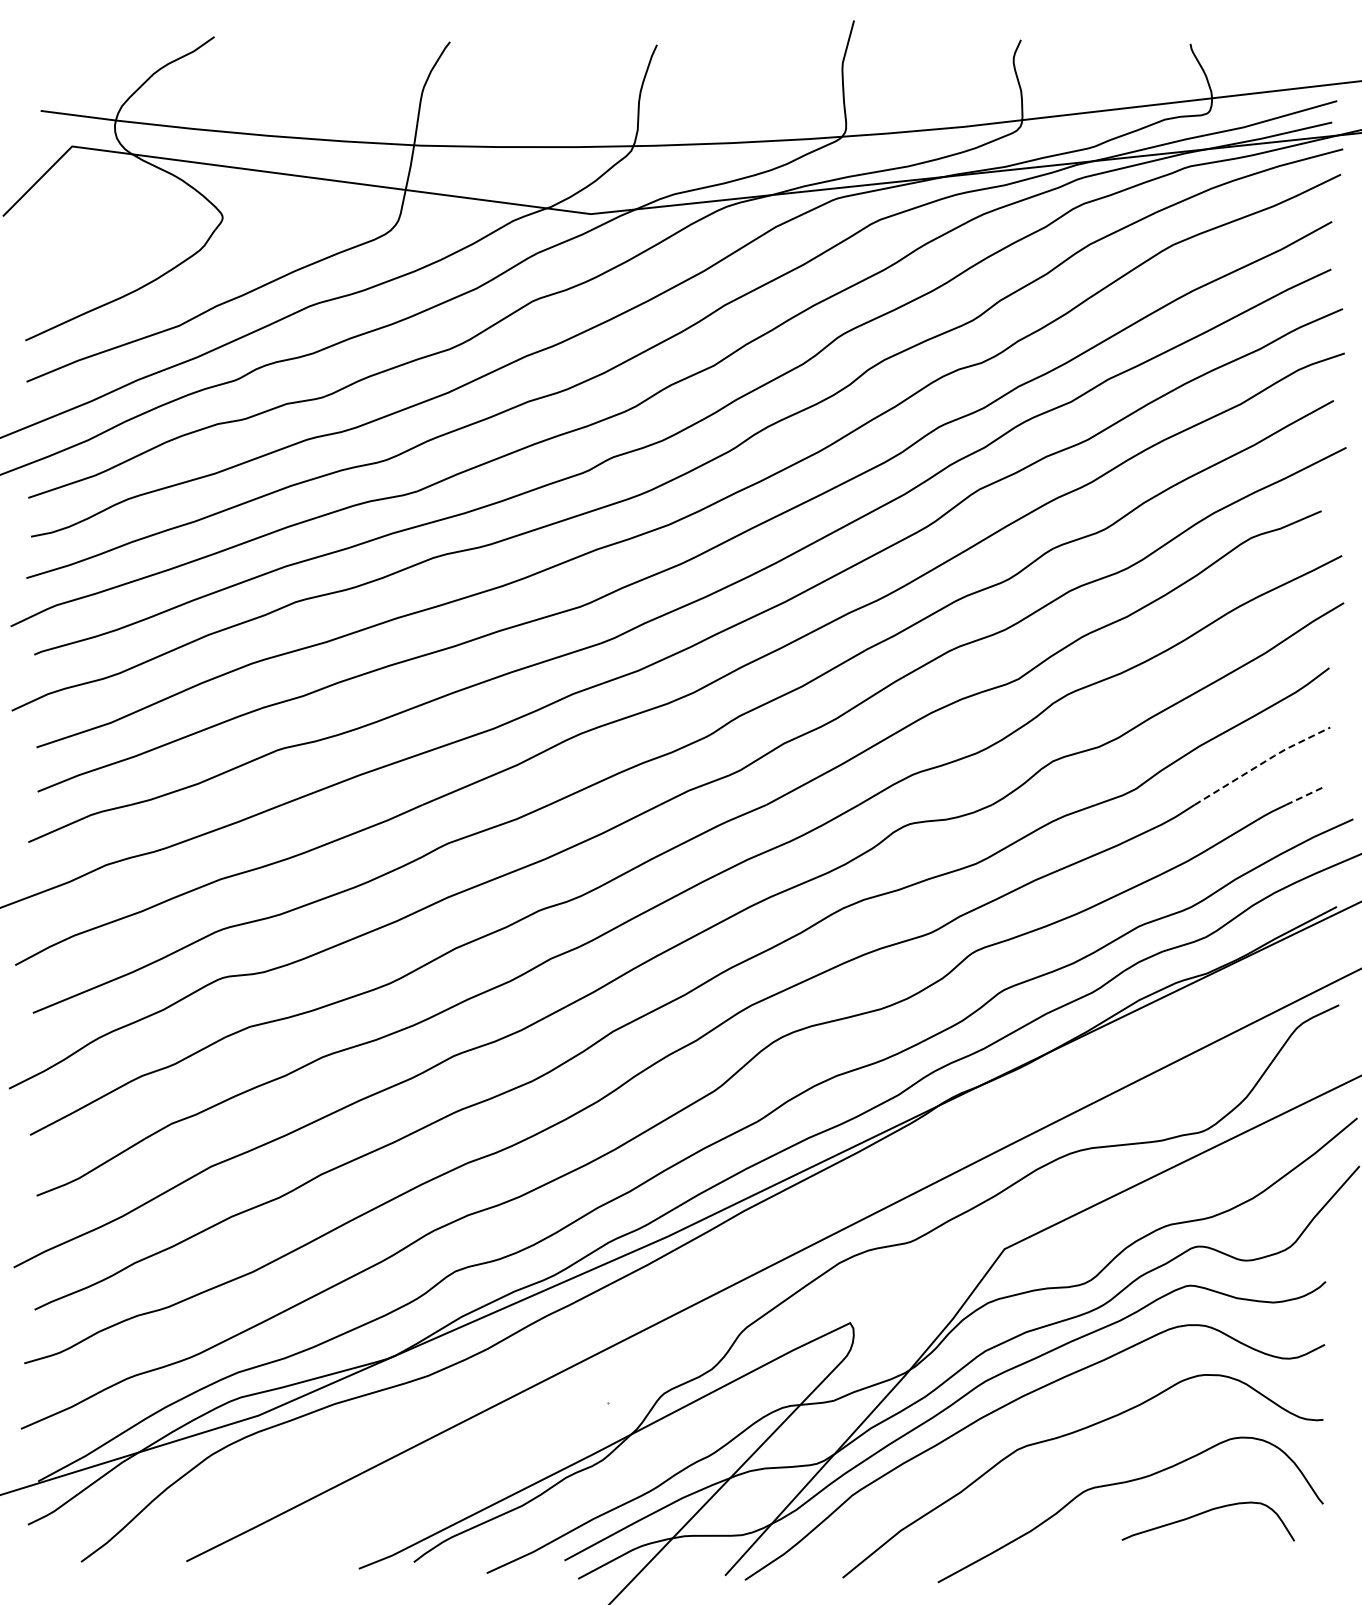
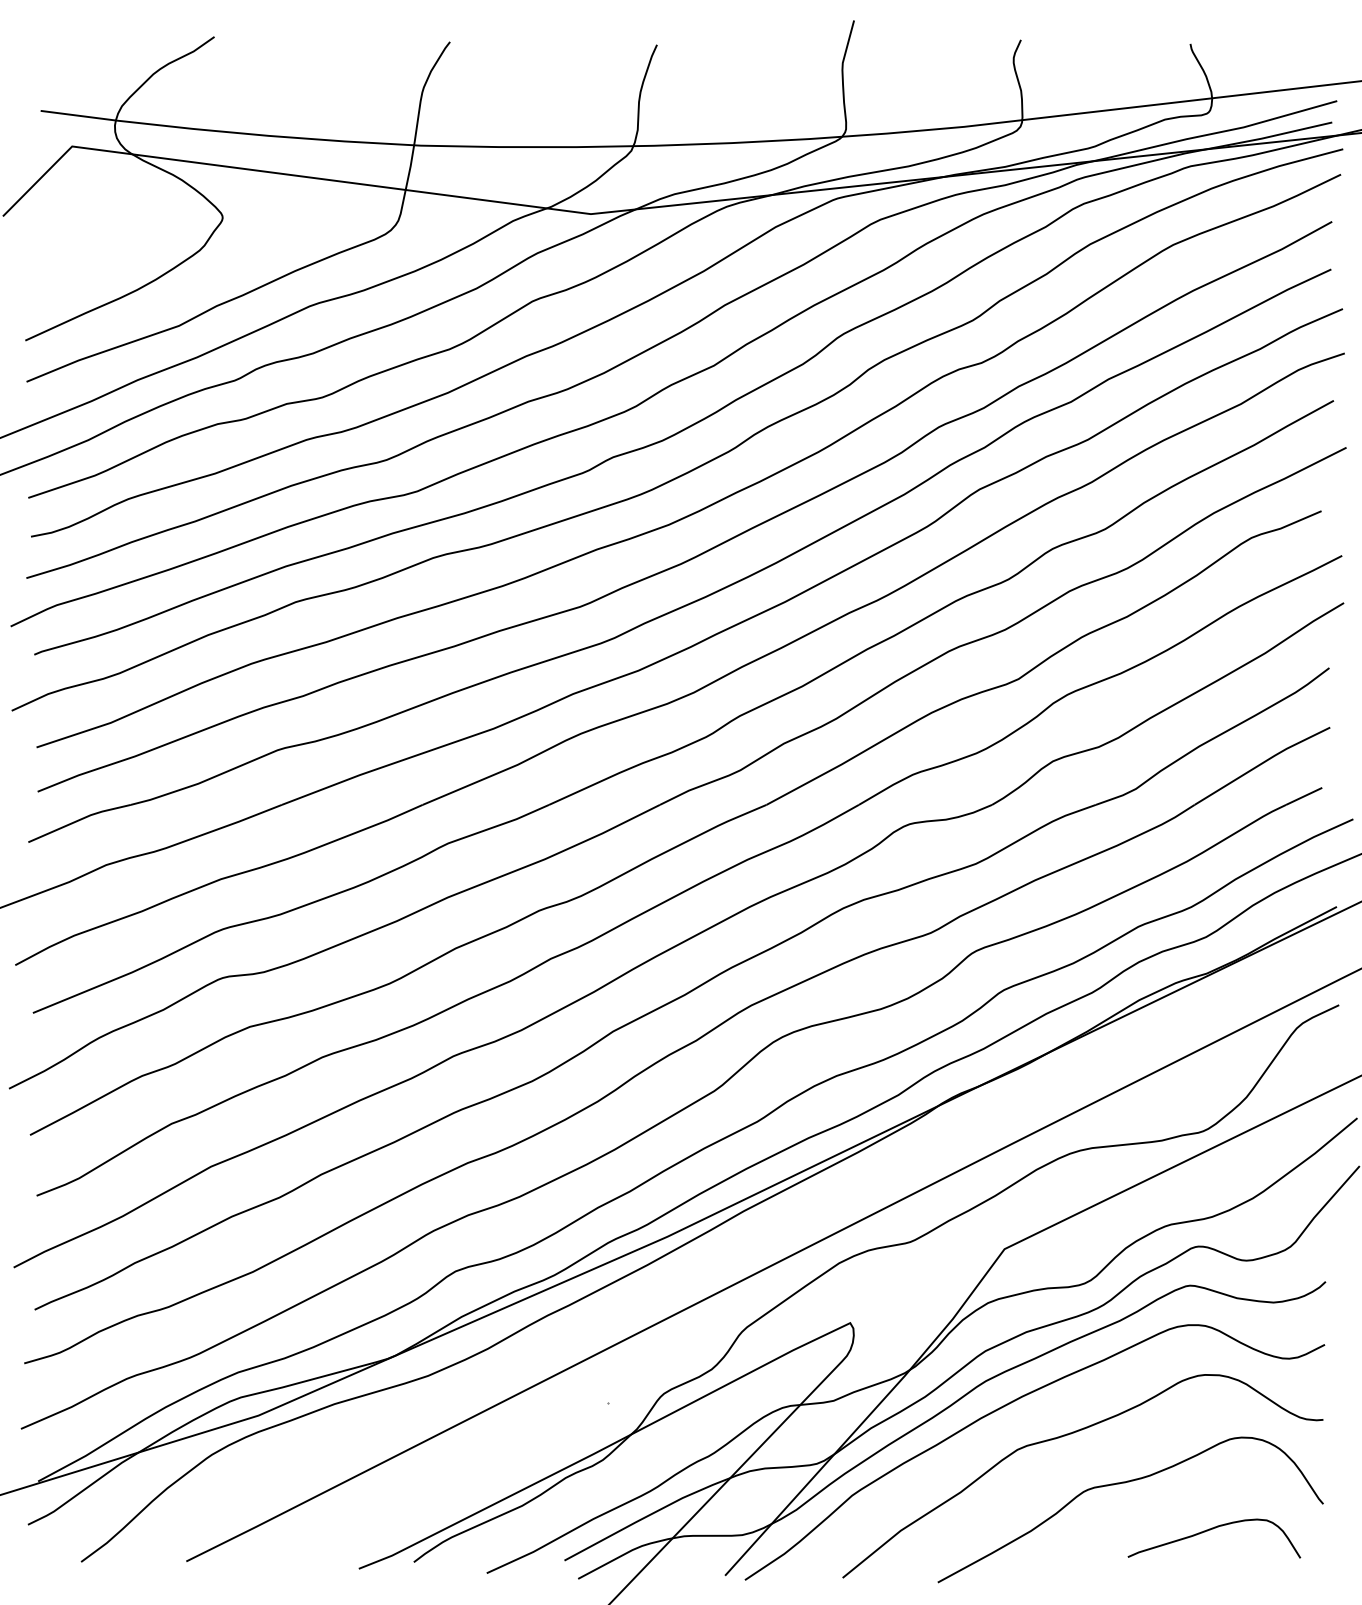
line at (1262, 763): dashed -> solid
line at (1304, 796): dashed -> solid
curve at (1204, 1513) position: (1204, 1513) -> (1210, 1530)
